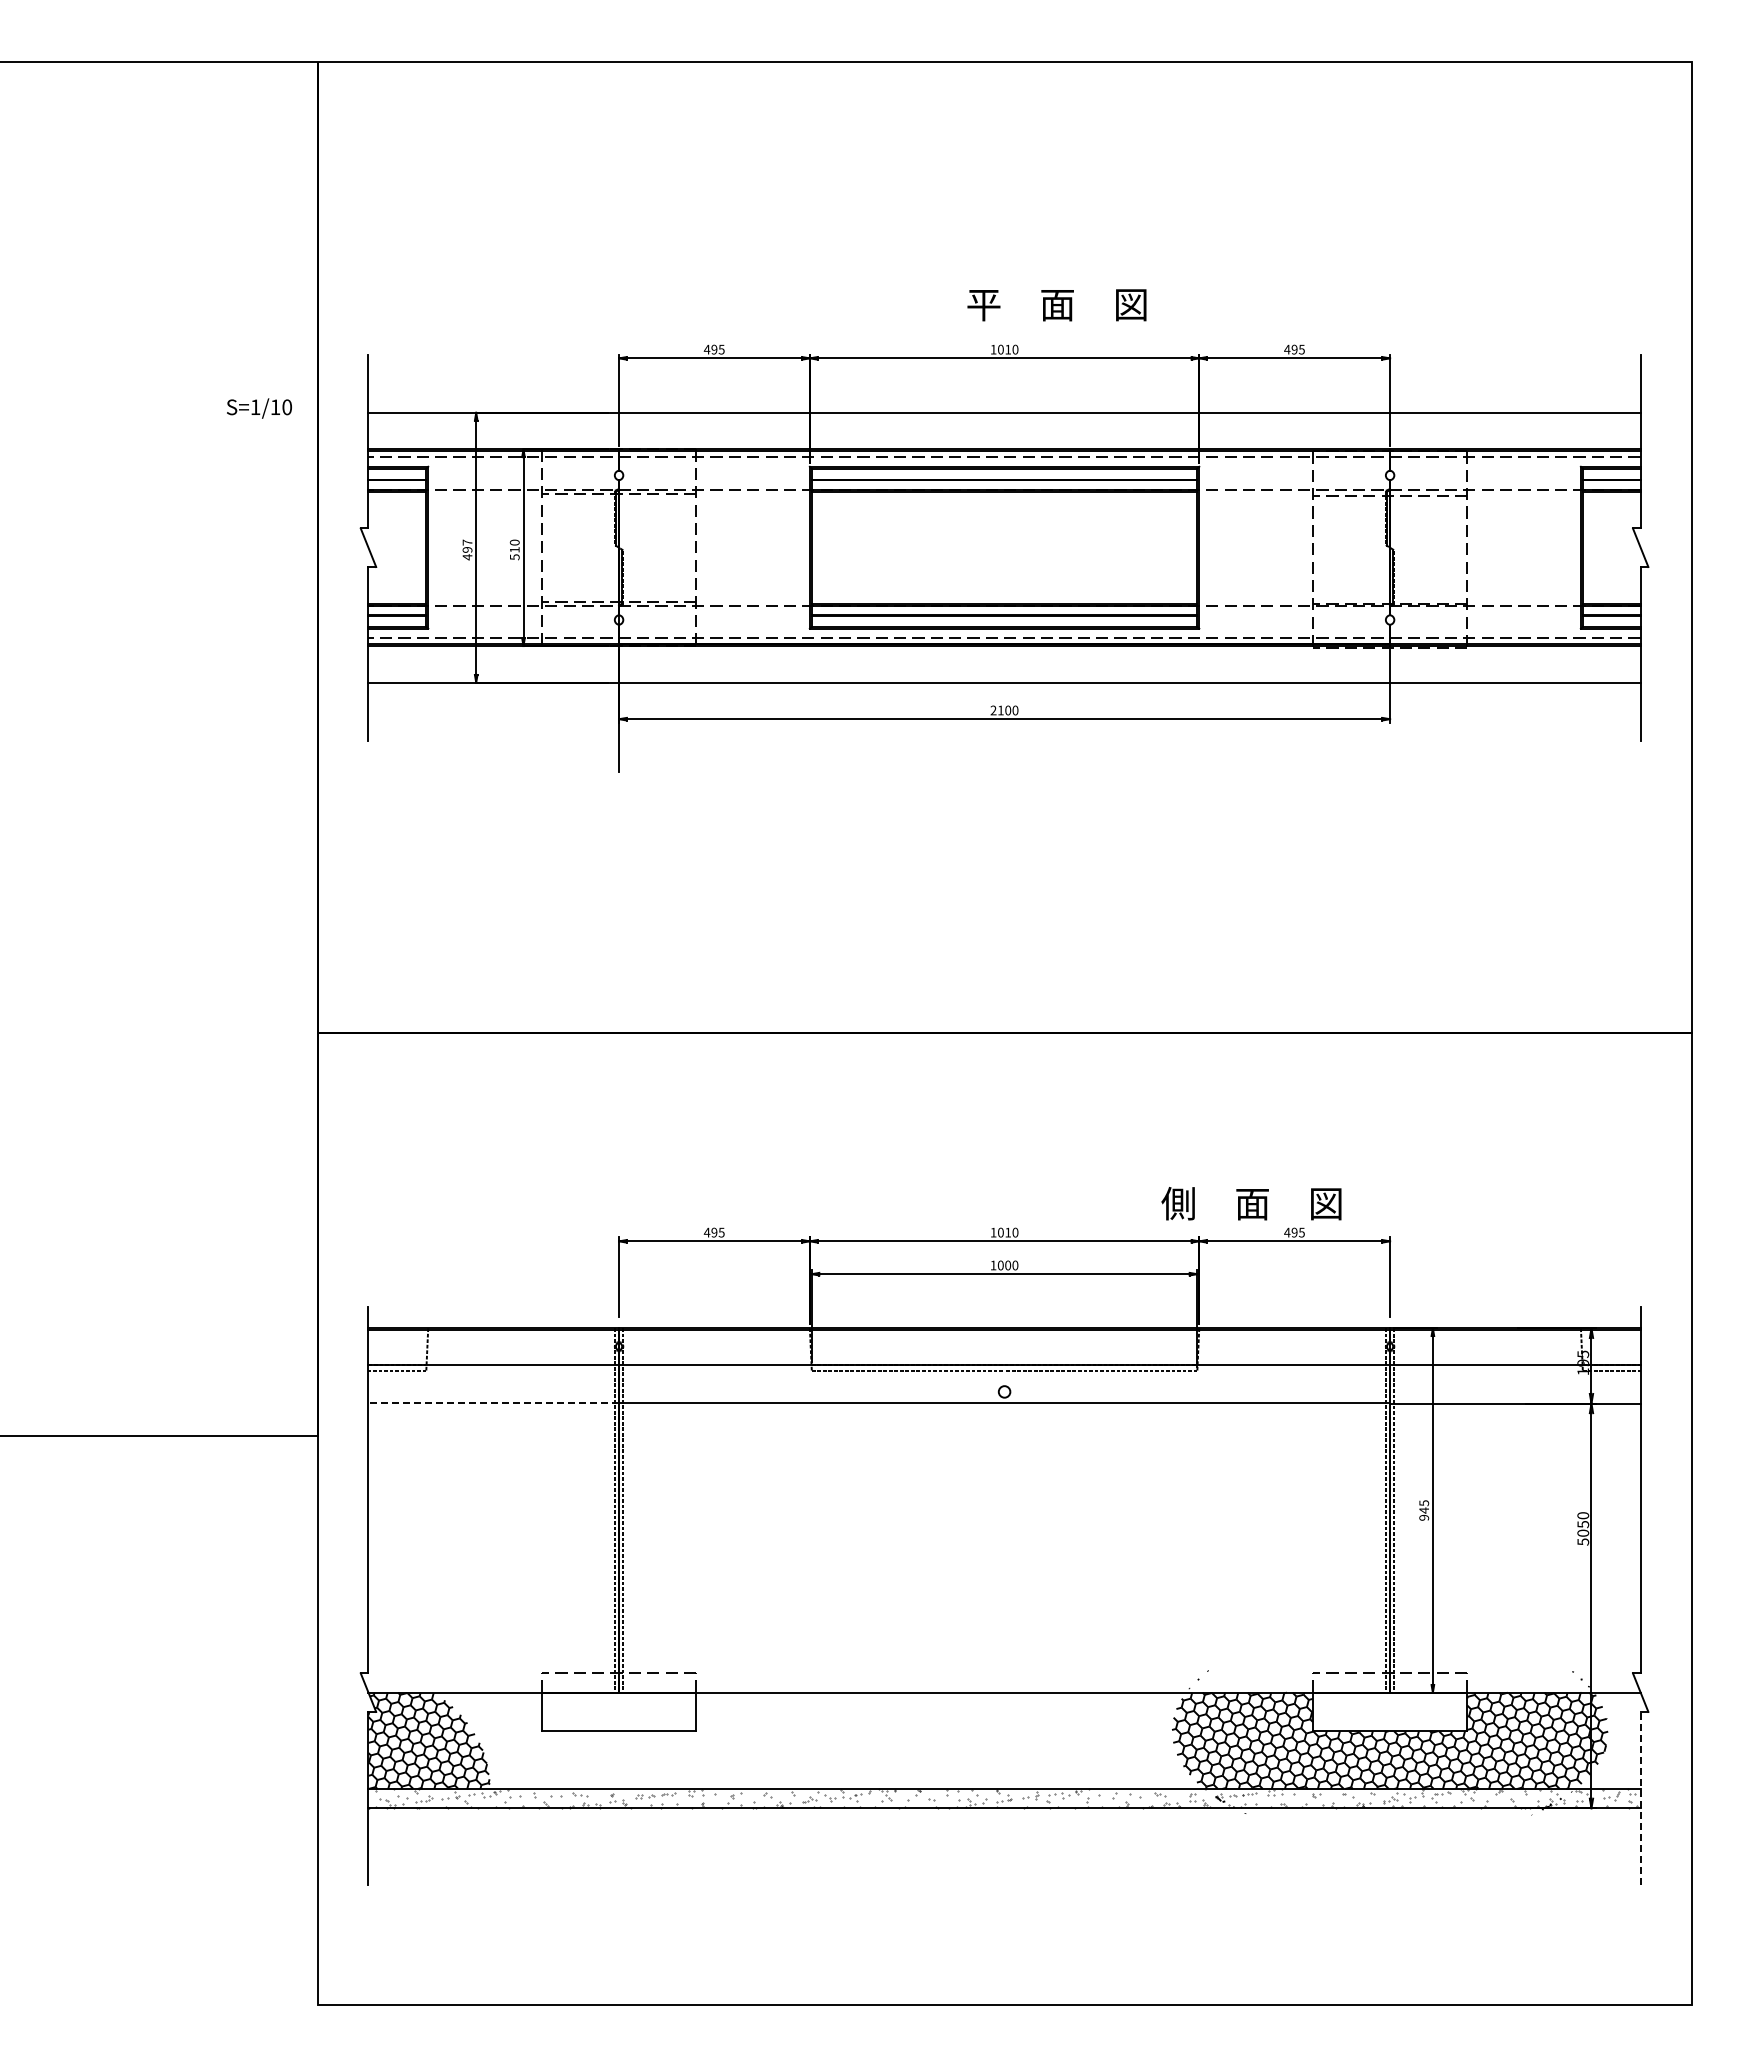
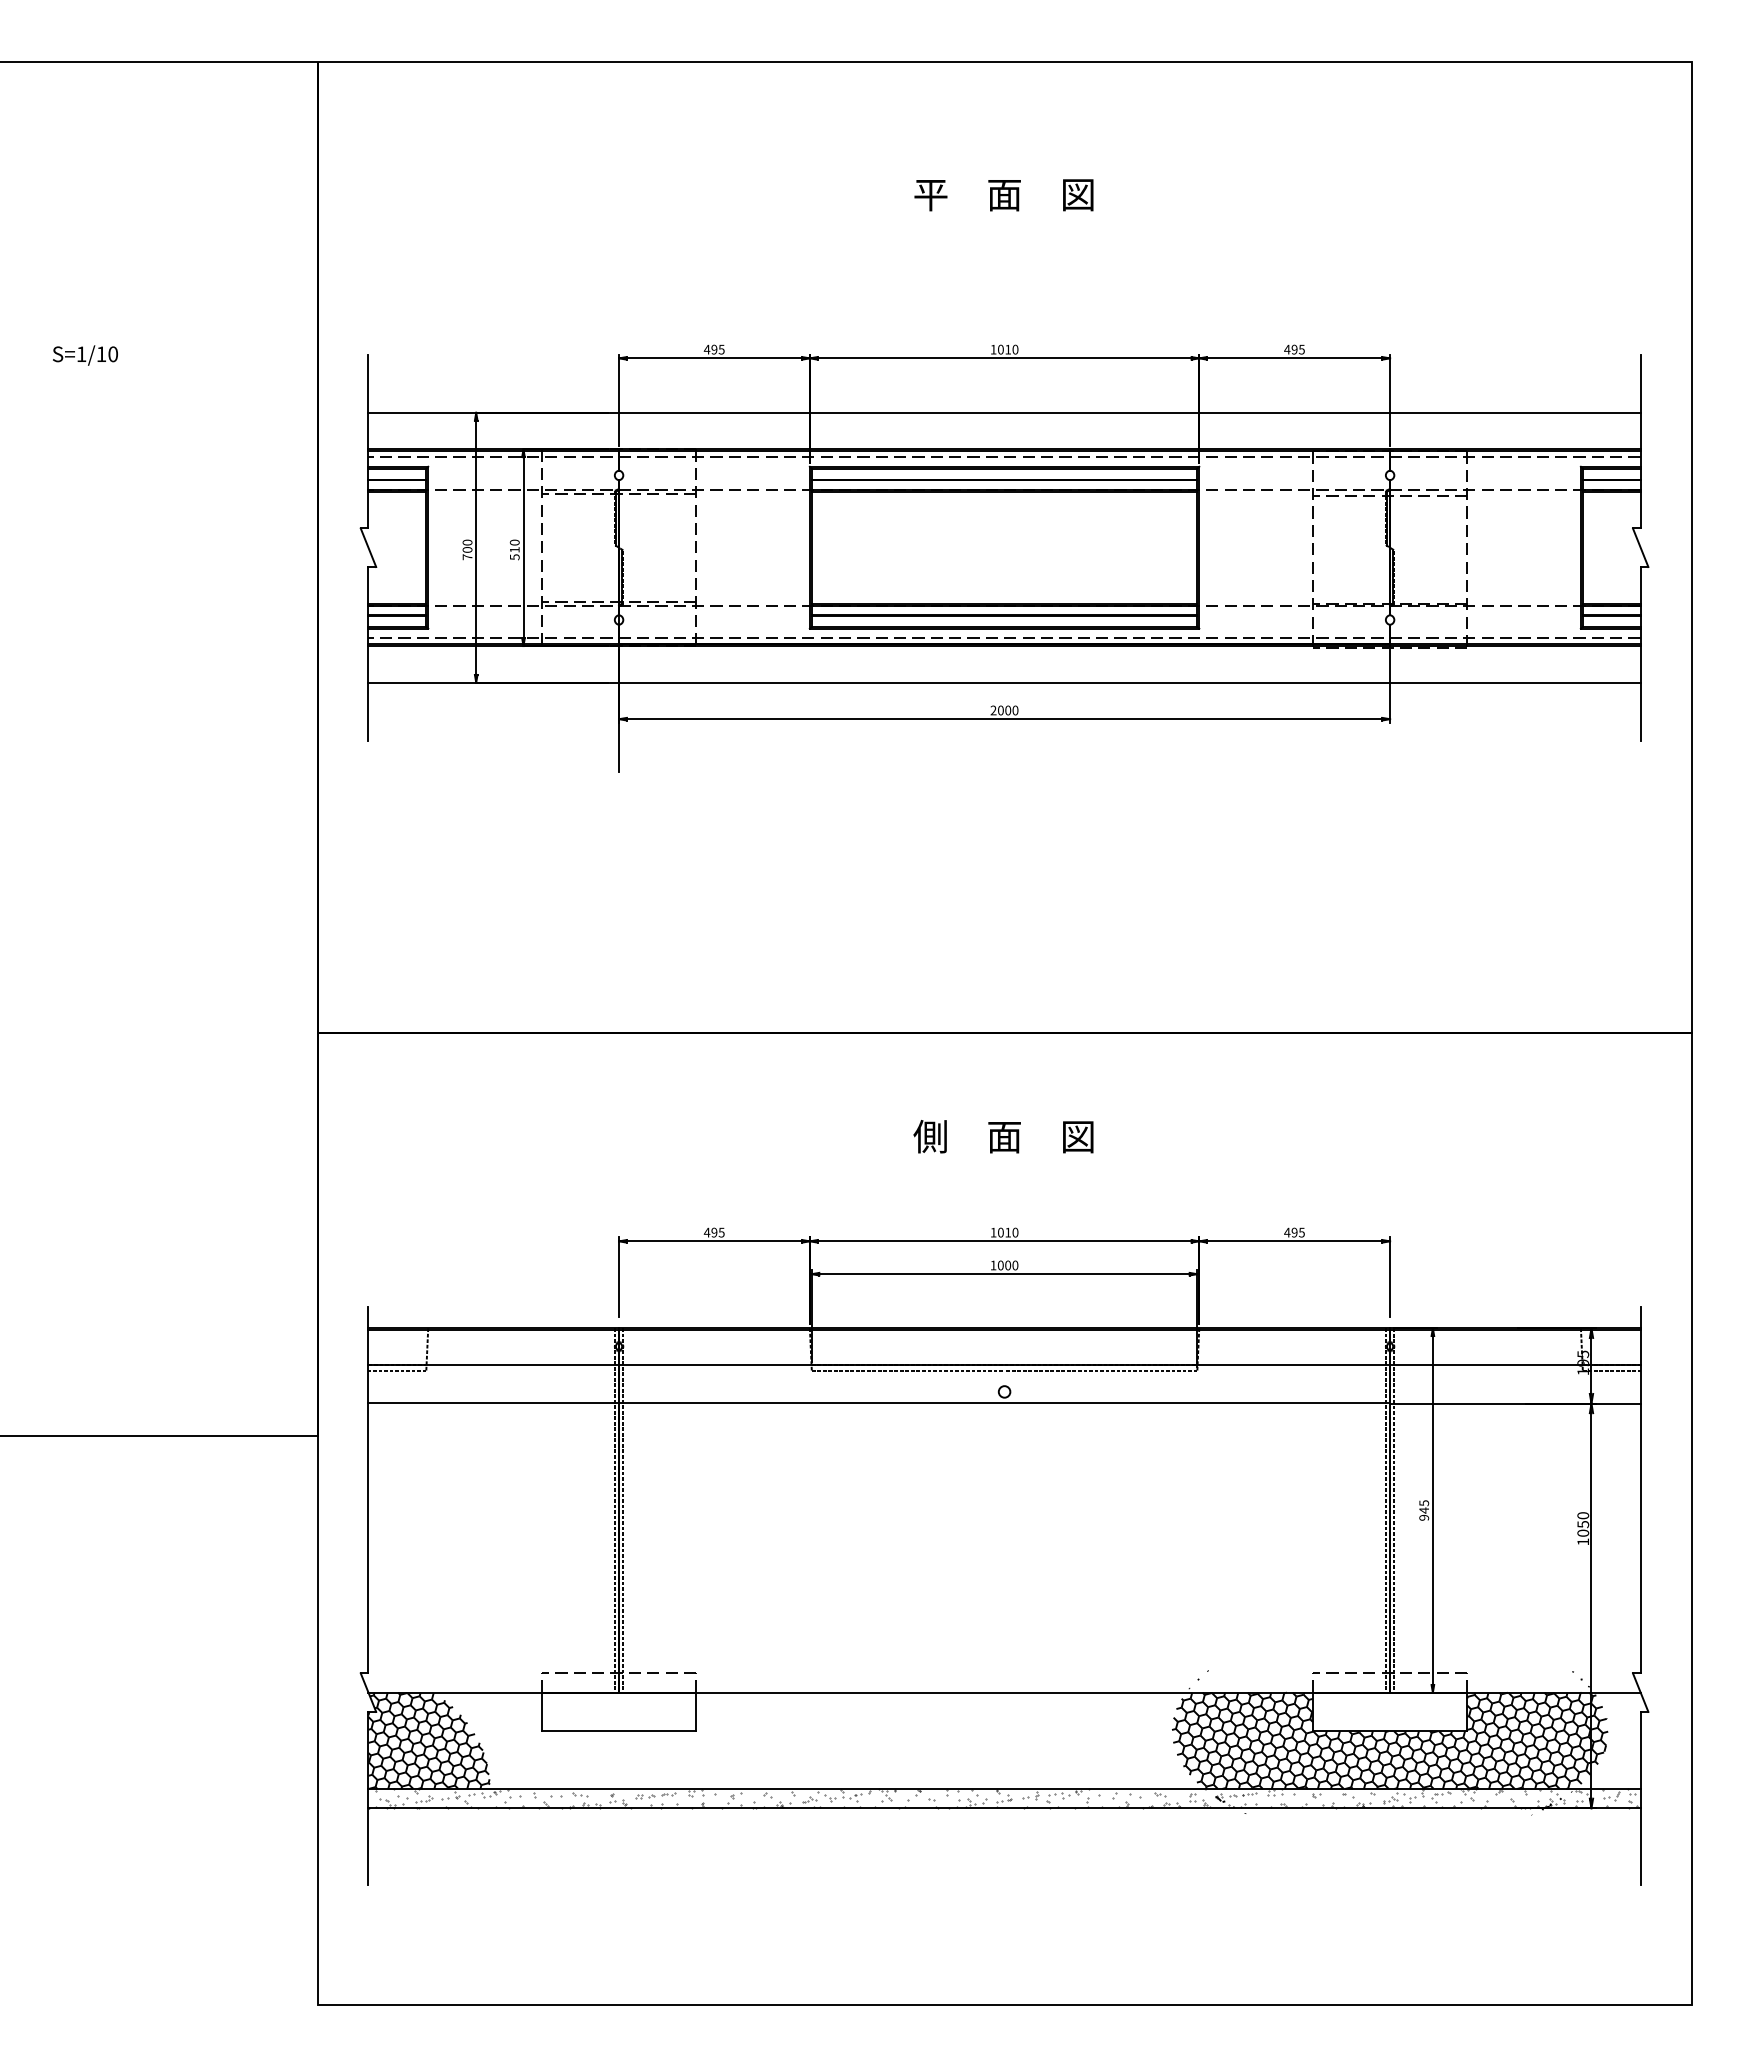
text at (1056, 305) position: (1056, 305) -> (1003, 195)
text at (259, 408) position: (259, 408) -> (85, 355)
text at (467, 549): 497 -> 700
text at (1000, 710): 2100 -> 2000
text at (1251, 1203) position: (1251, 1203) -> (1003, 1136)
line at (493, 1403): dashed -> solid
text at (1583, 1541): 5050 -> 1050
line at (1640, 1798): dashed -> solid
